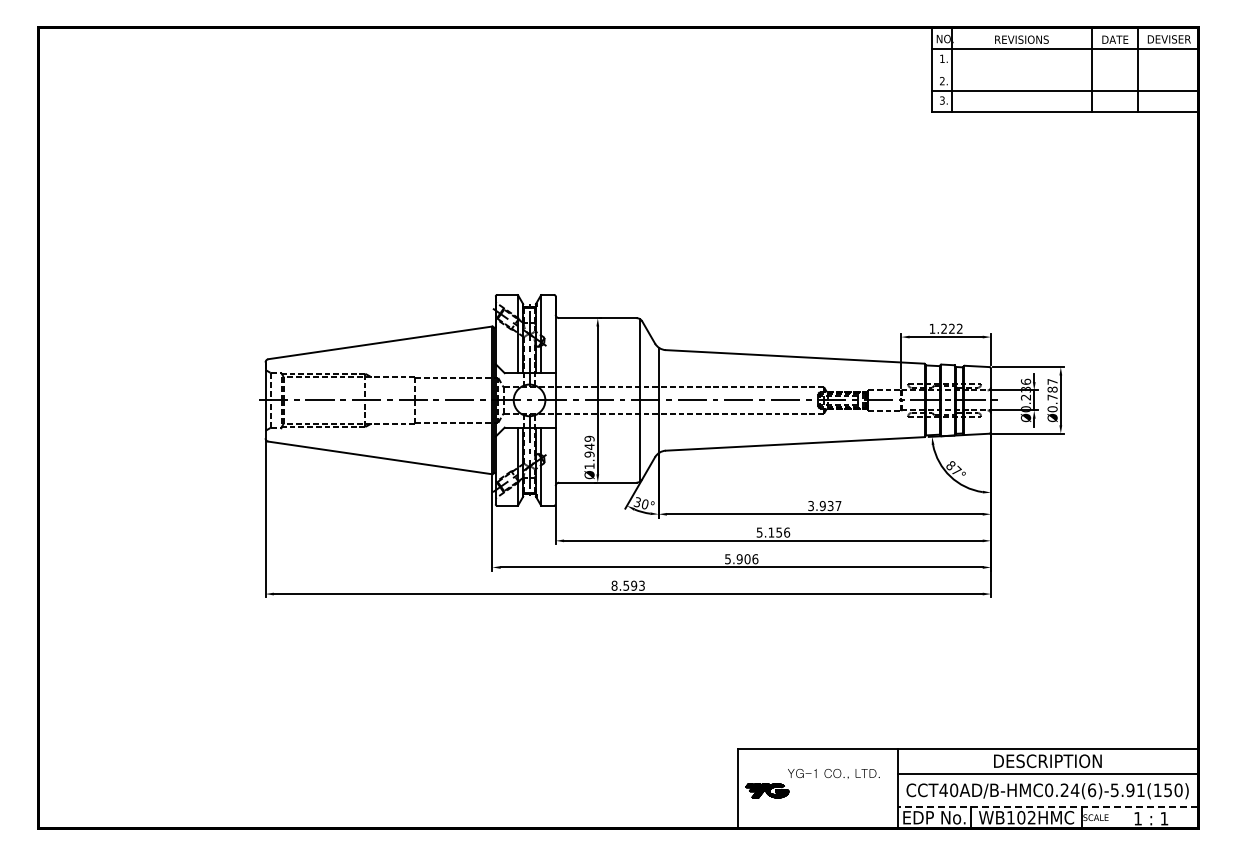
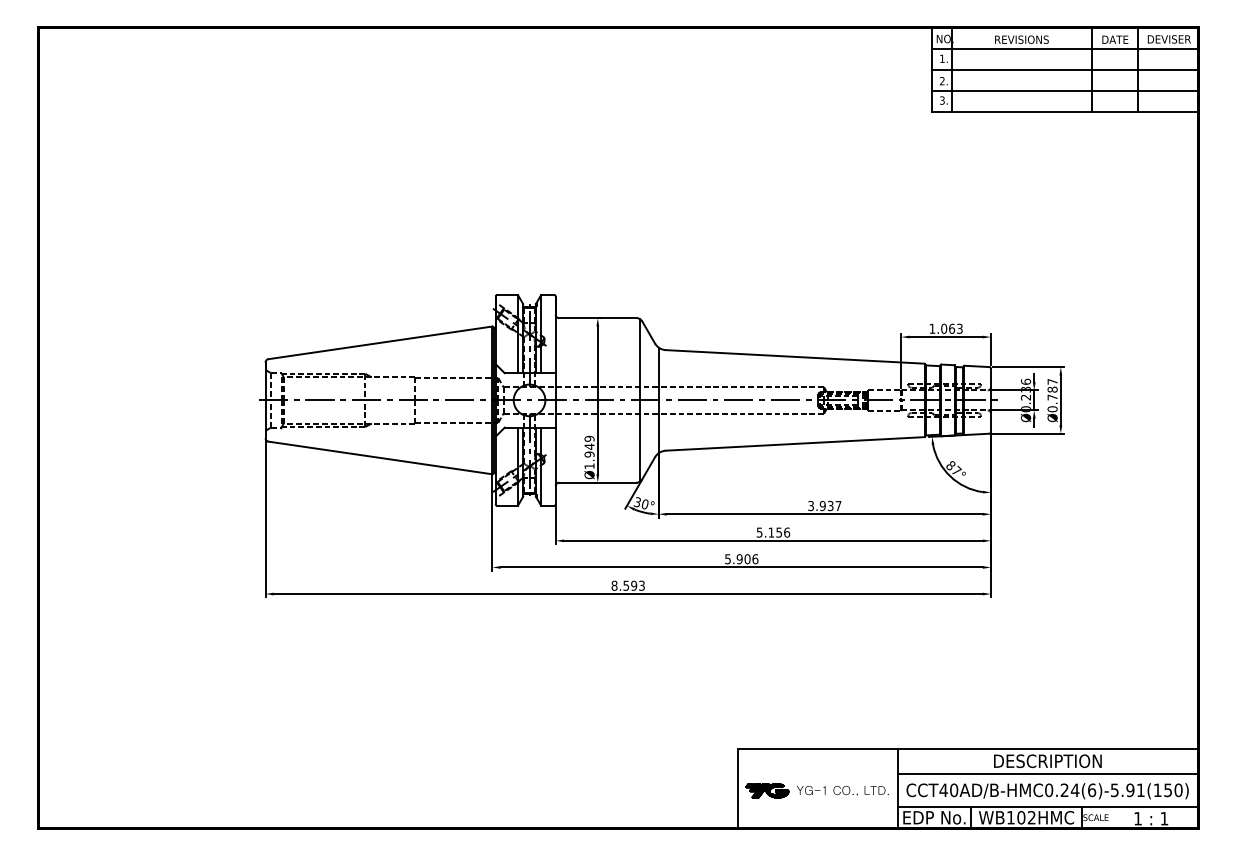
line at (1065, 69): none -> present
text at (951, 328): 1.222 -> 1.063
text at (833, 773) position: (833, 773) -> (842, 790)
line at (1047, 806): dashed -> solid
